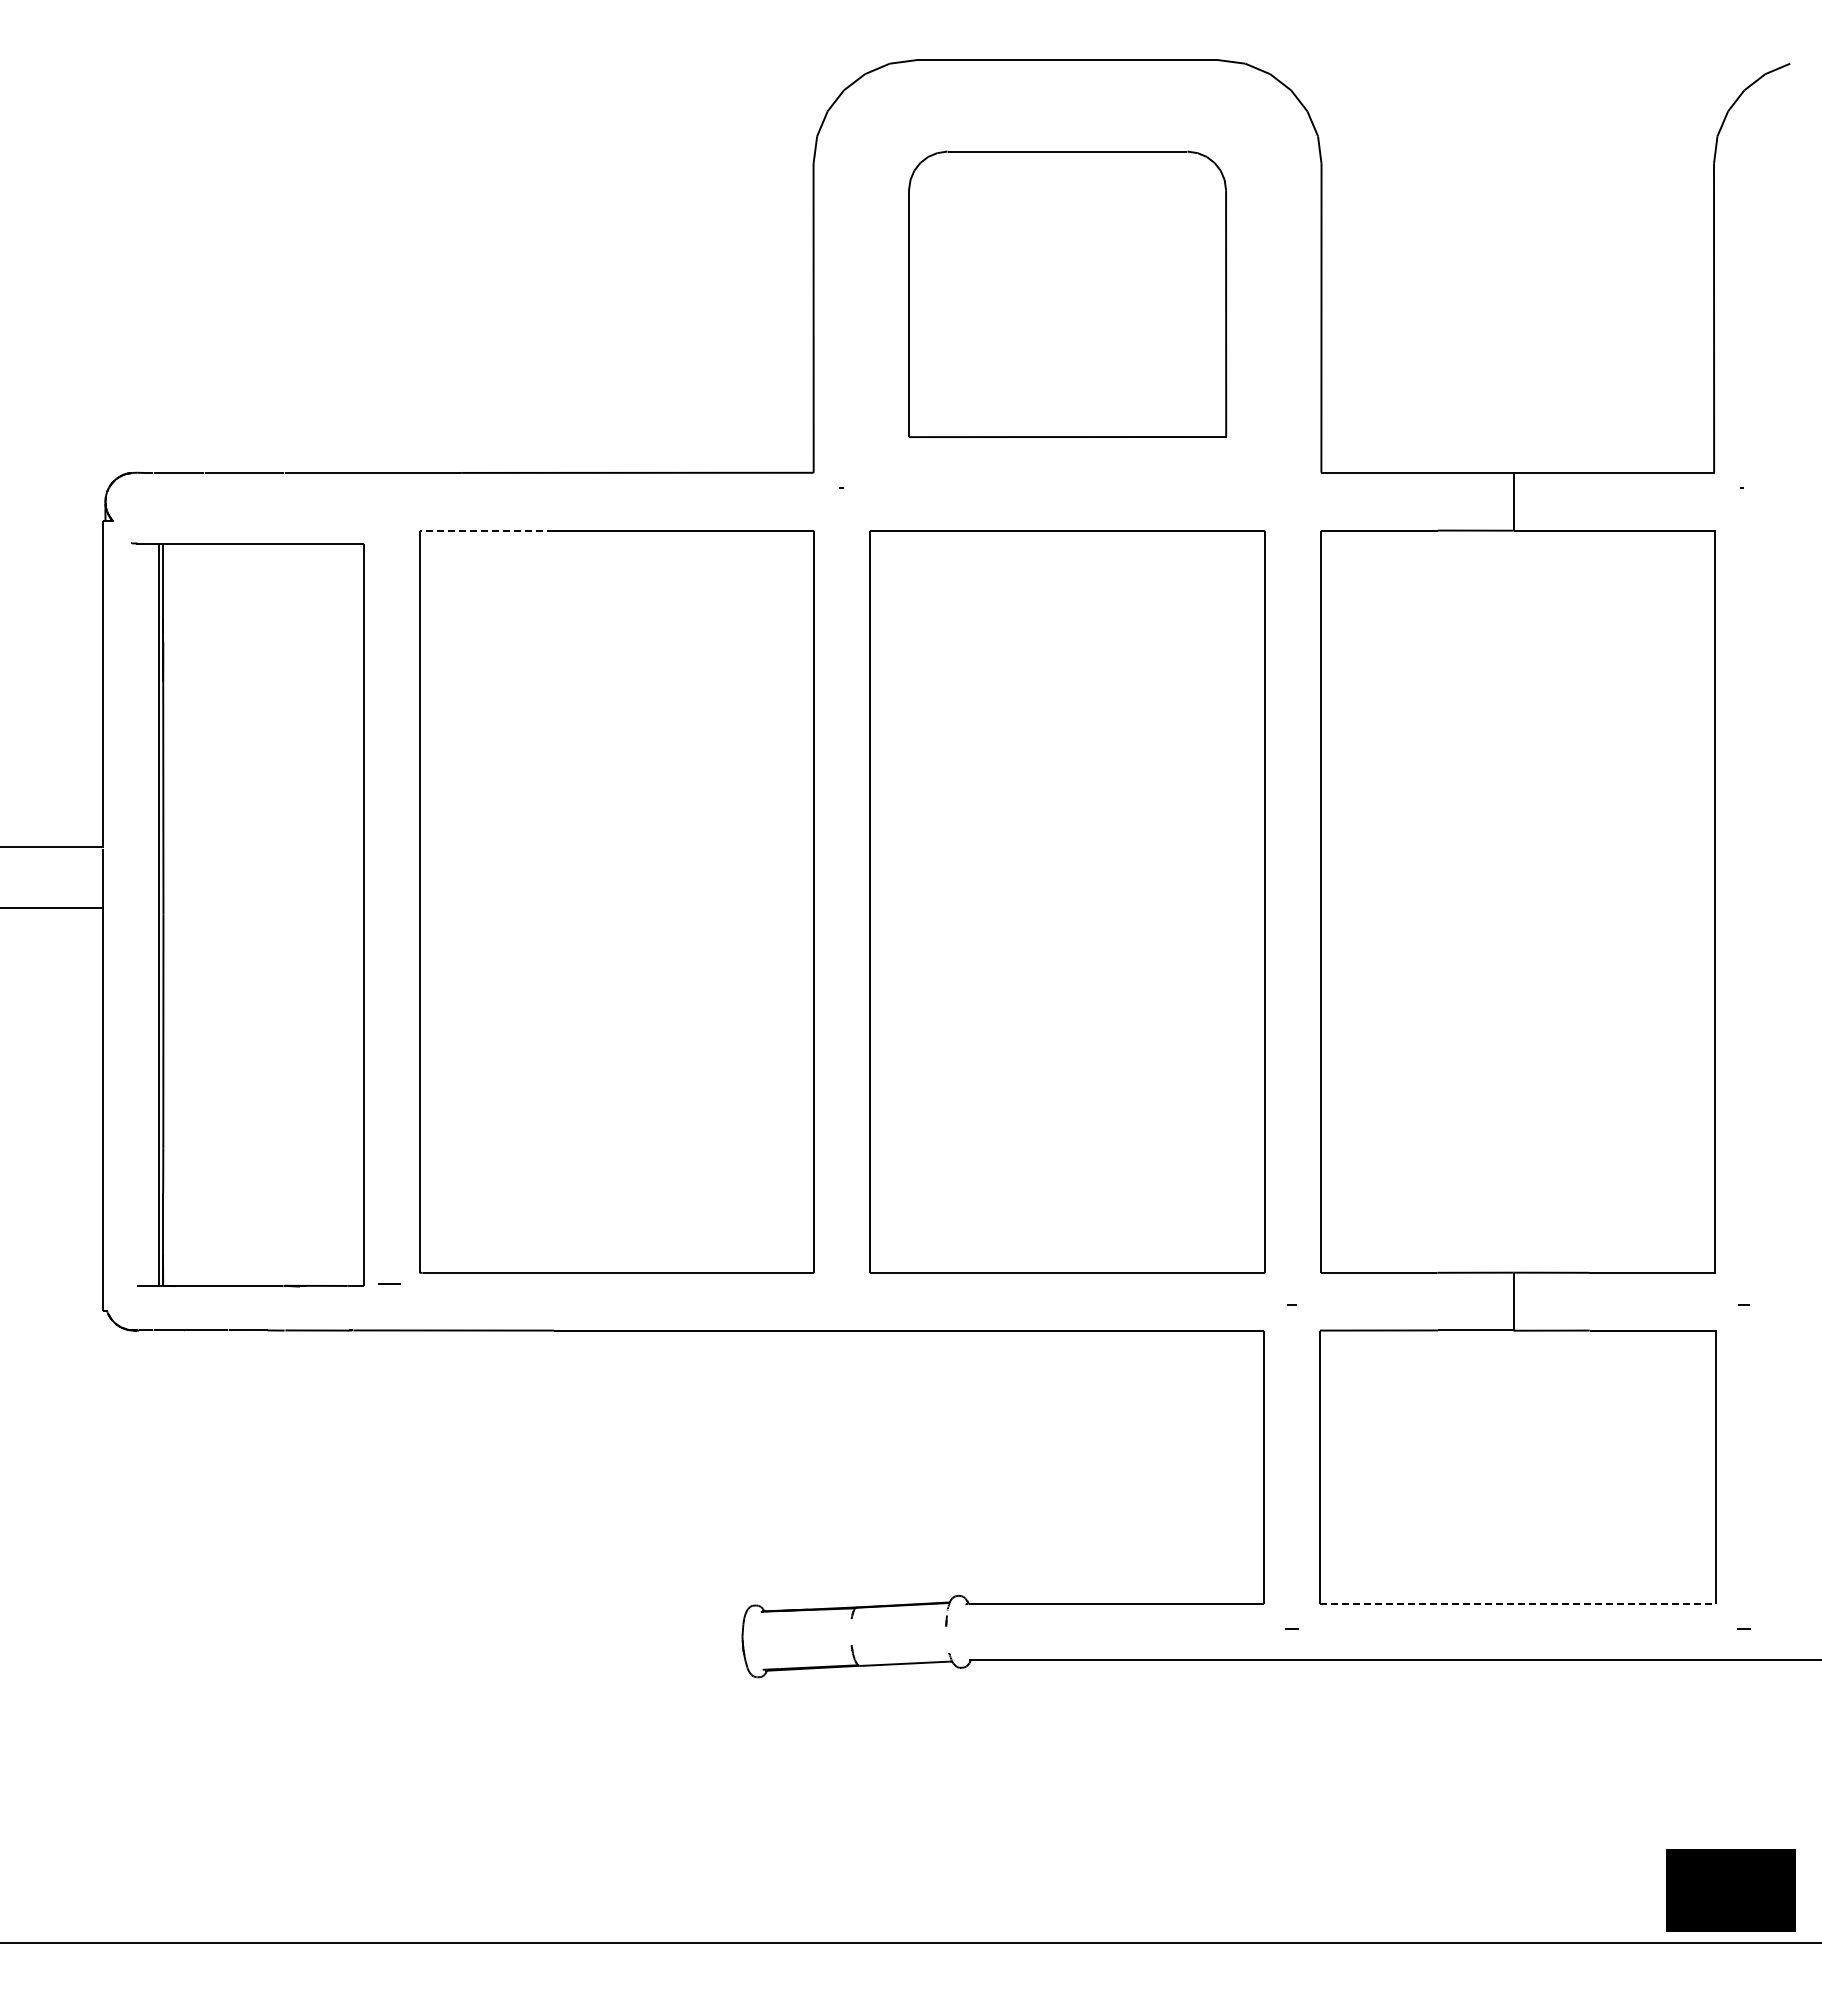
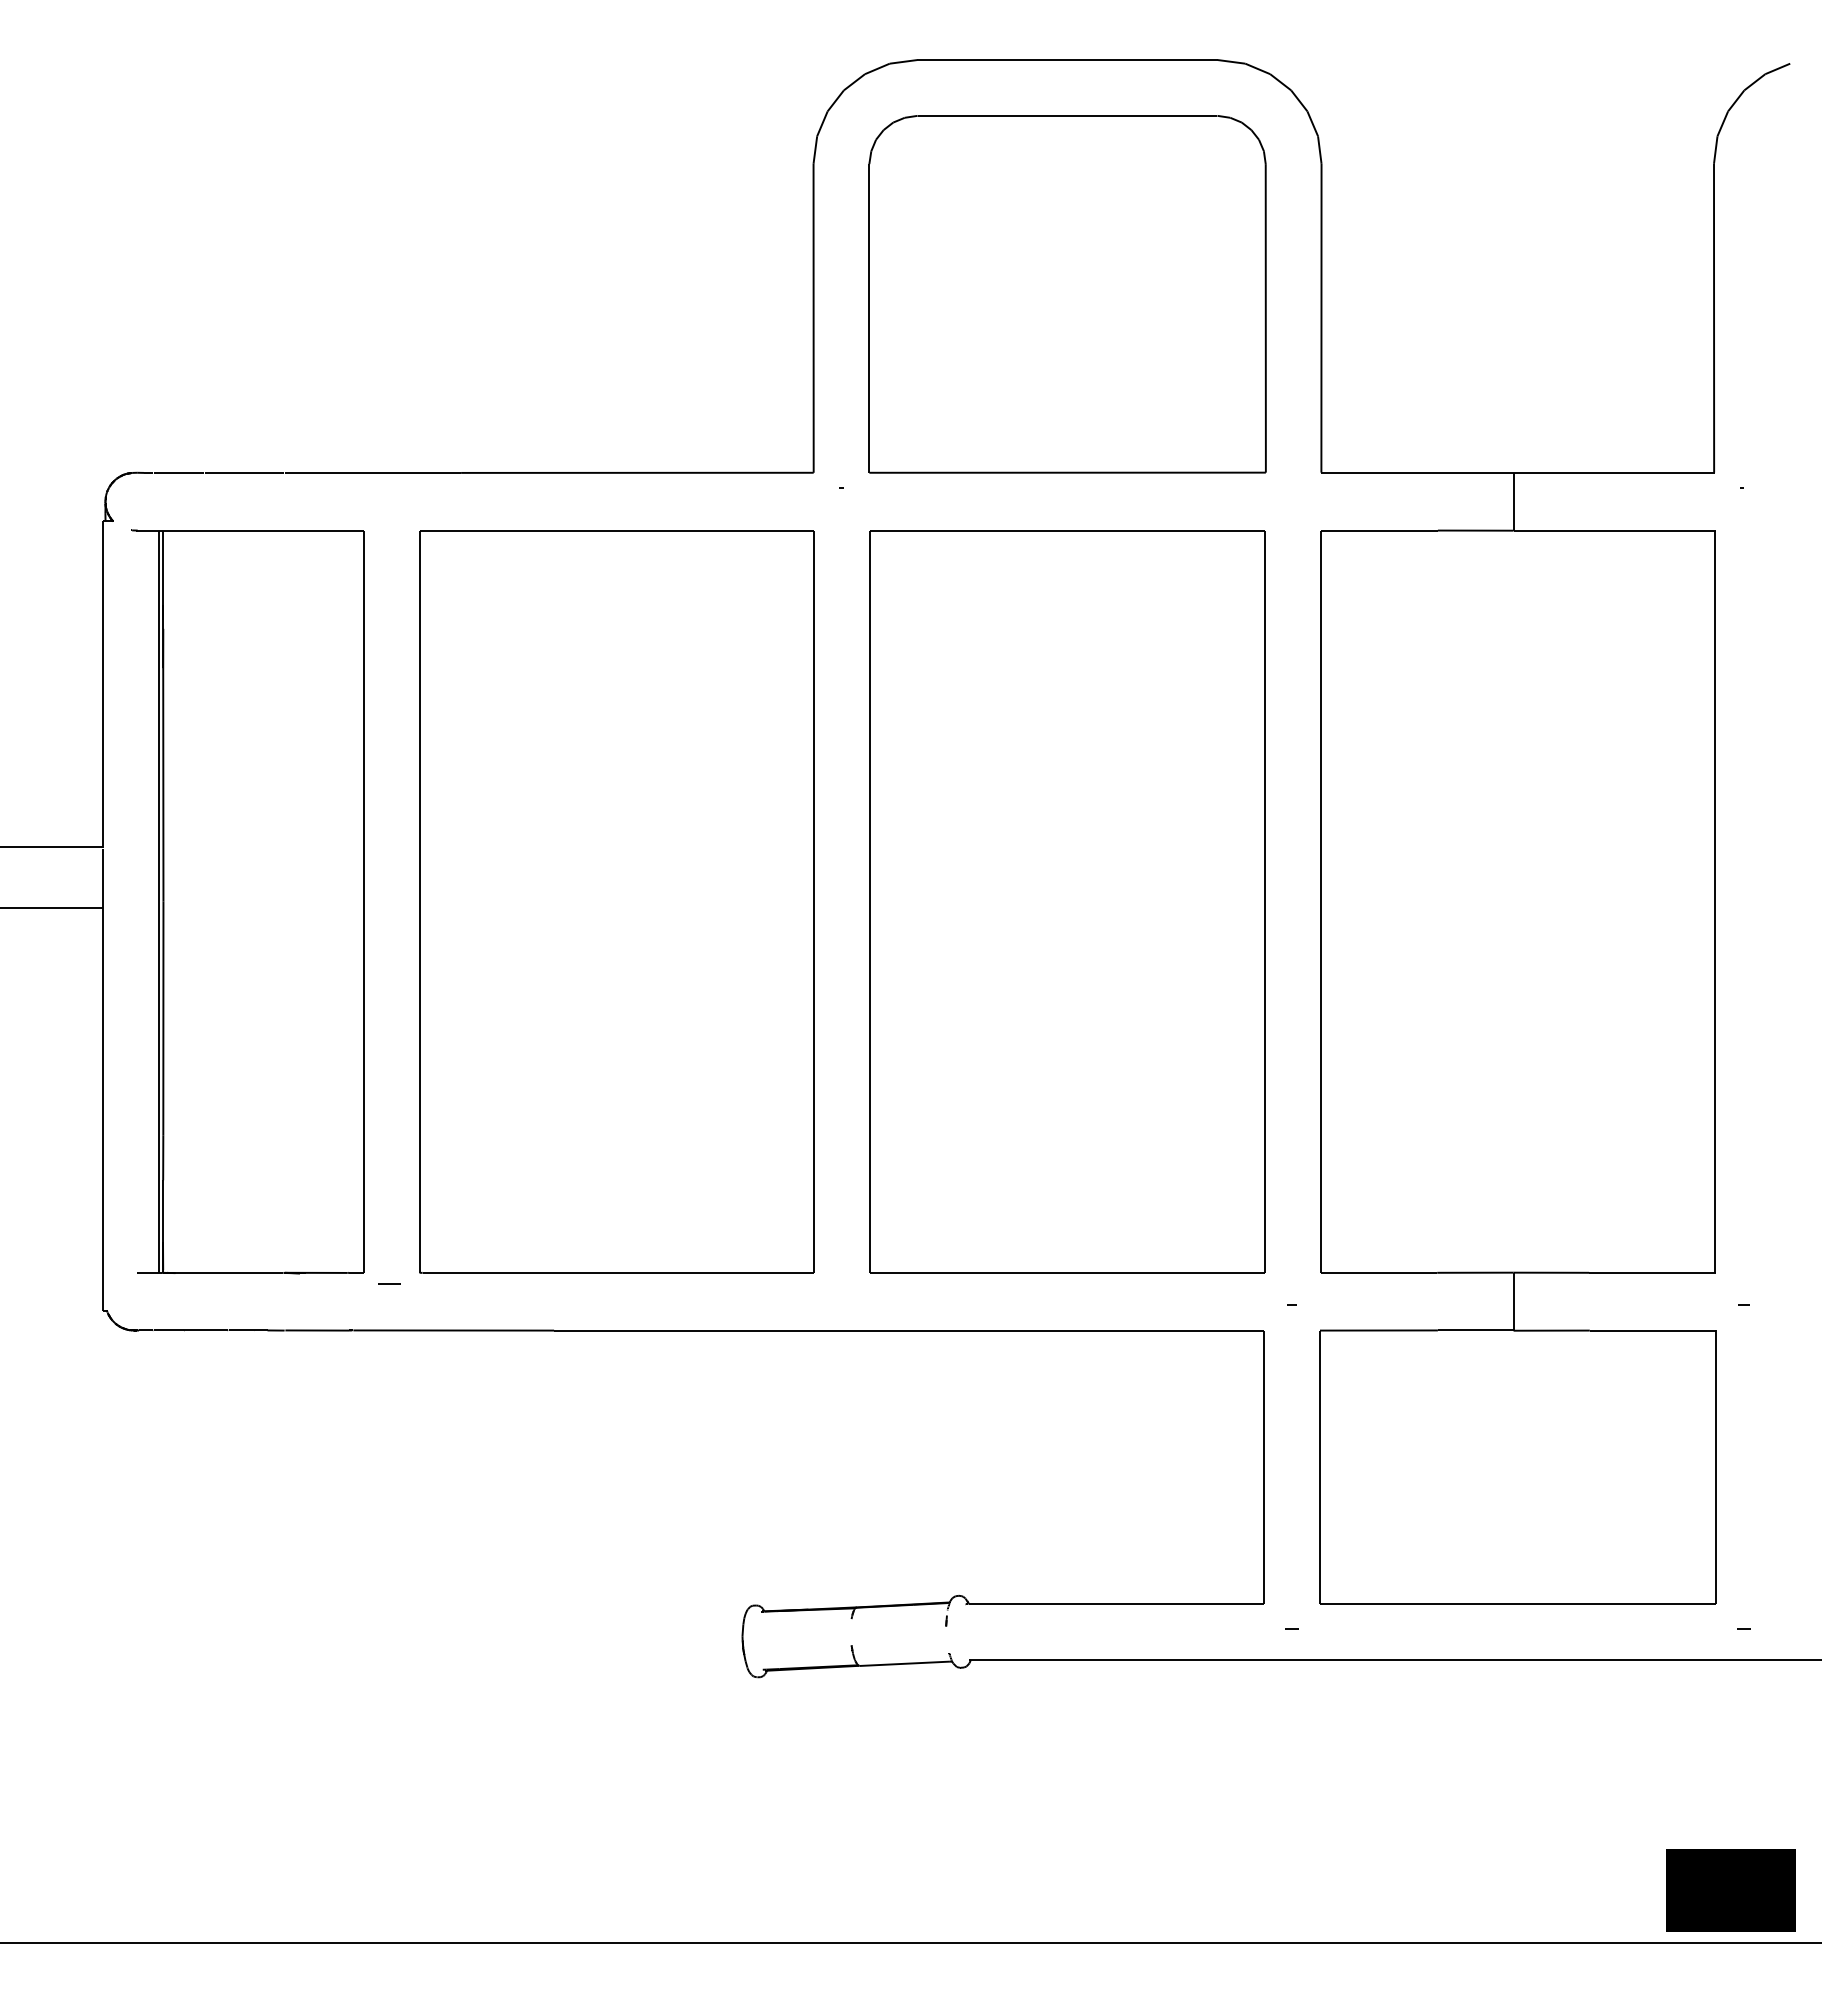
part at (1067, 293) size: 320x288 px -> 399x359 px
line at (486, 530): dashed -> solid
part at (247, 914) position: (247, 914) -> (247, 901)
line at (1517, 1604): dashed -> solid
